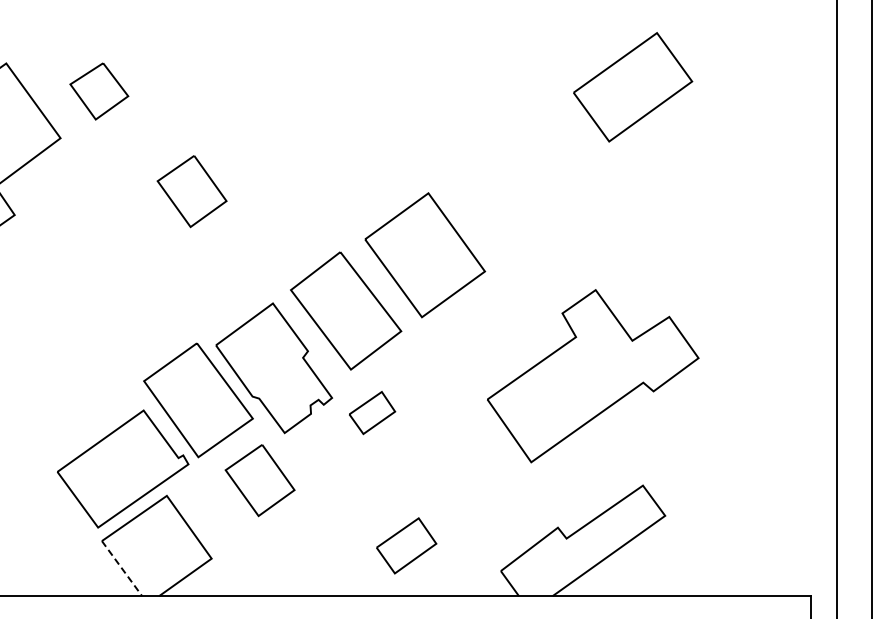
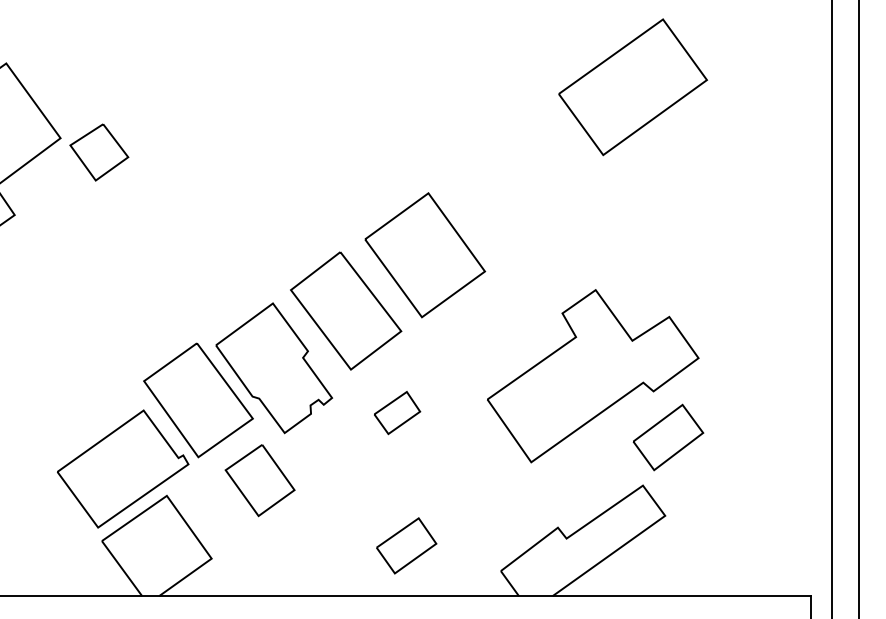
part at (633, 87) size: 121x111 px -> 150x139 px
part at (99, 91) position: (99, 91) -> (99, 152)
part at (191, 191): present -> none
line at (837, 308) position: (837, 308) -> (832, 308)
line at (872, 308) position: (872, 308) -> (859, 308)
part at (372, 413) position: (372, 413) -> (397, 413)
part at (668, 437): none -> present
line at (122, 568): dashed -> solid
